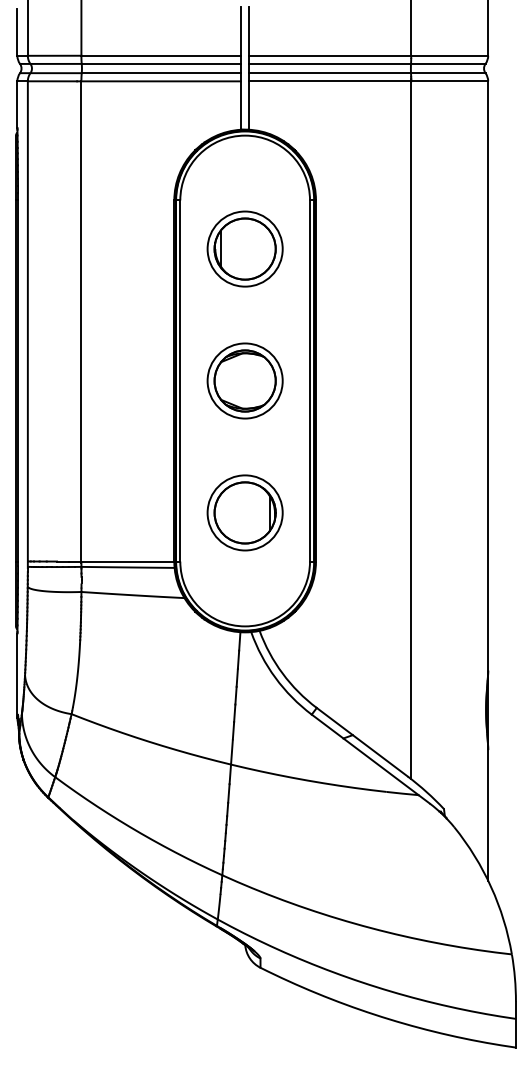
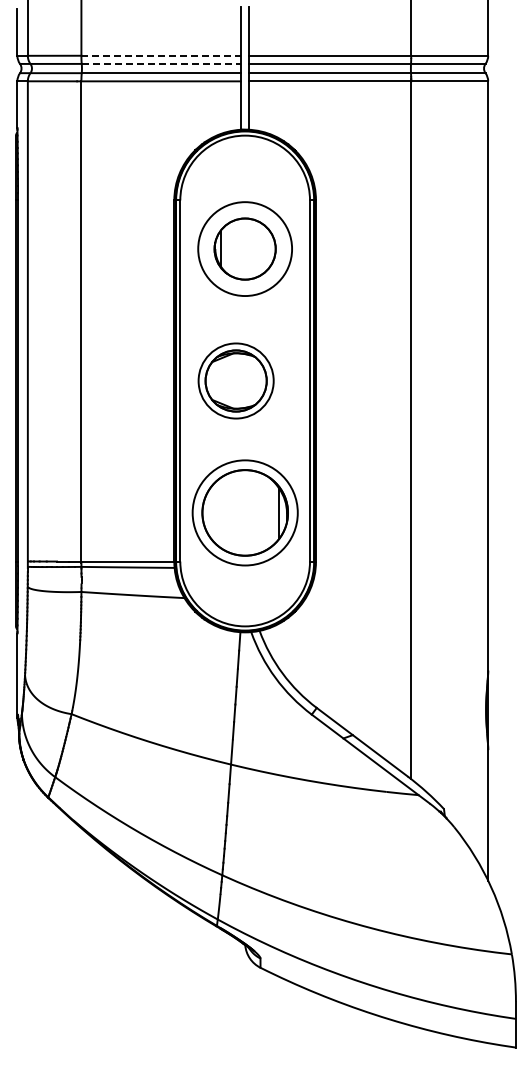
line at (161, 55): solid -> dashed
line at (161, 63): solid -> dashed
circle at (244, 248) diameter: 75 px -> 94 px
part at (244, 380) position: (244, 380) -> (235, 380)
part at (244, 512) size: 78x78 px -> 108x108 px
